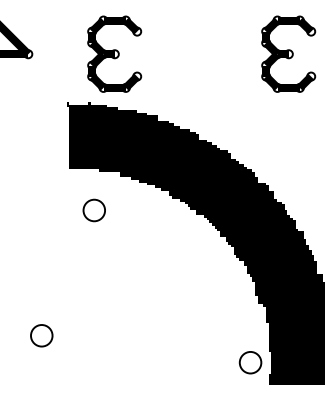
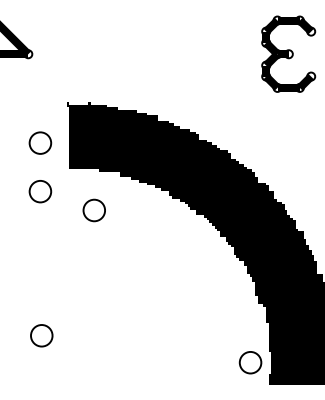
part at (114, 53): present -> none
part at (40, 142): none -> present
part at (40, 191): none -> present
